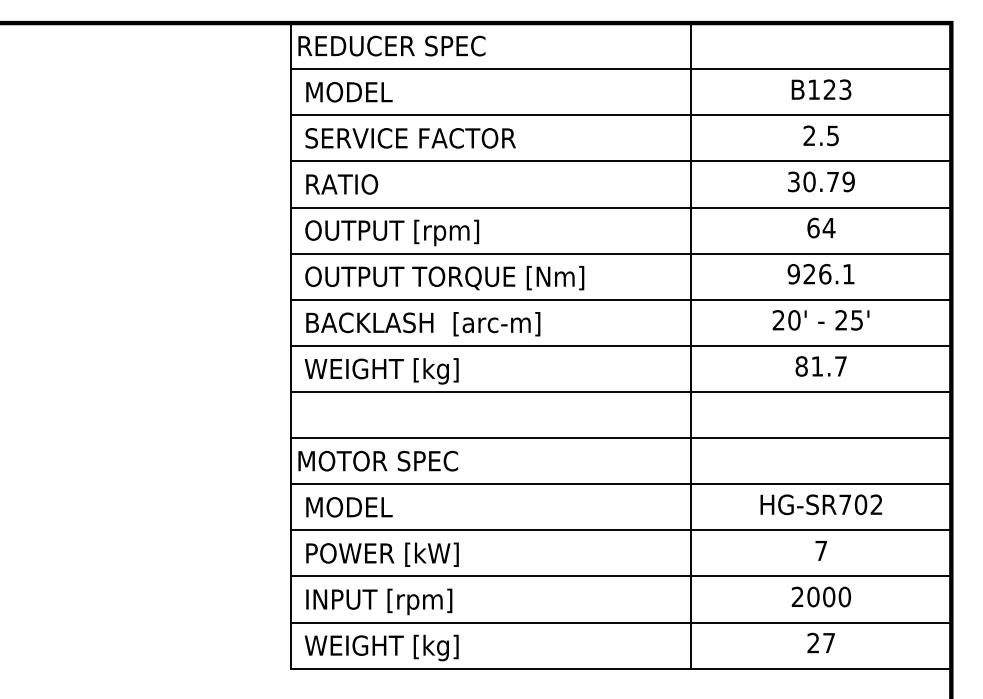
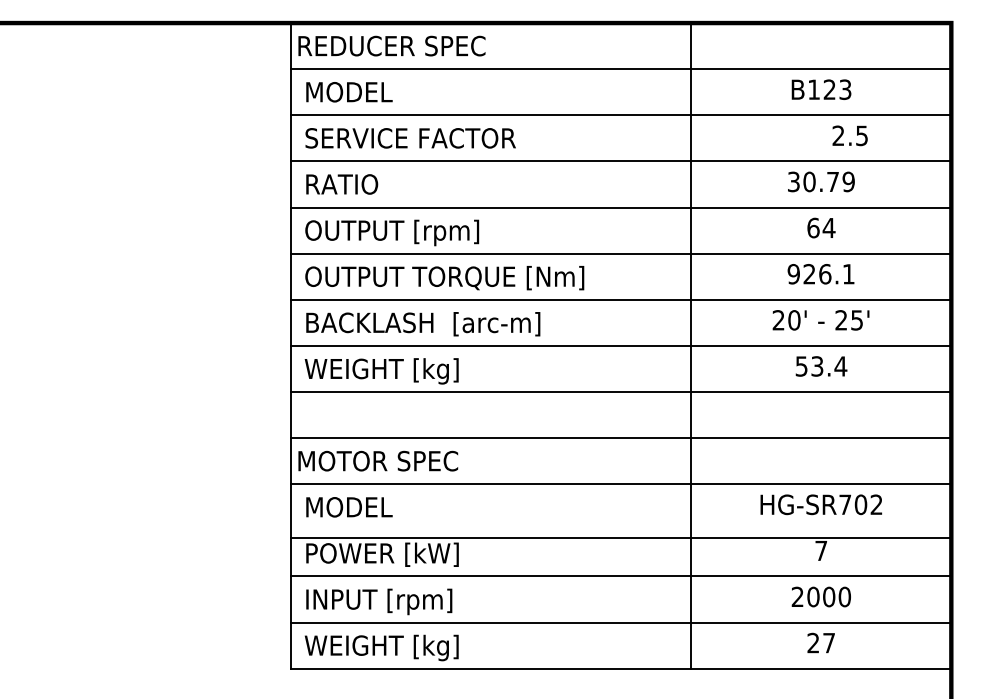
text at (820, 135) position: (820, 135) -> (849, 135)
text at (821, 366): 81.7 -> 53.4
line at (621, 530) position: (621, 530) -> (621, 538)
